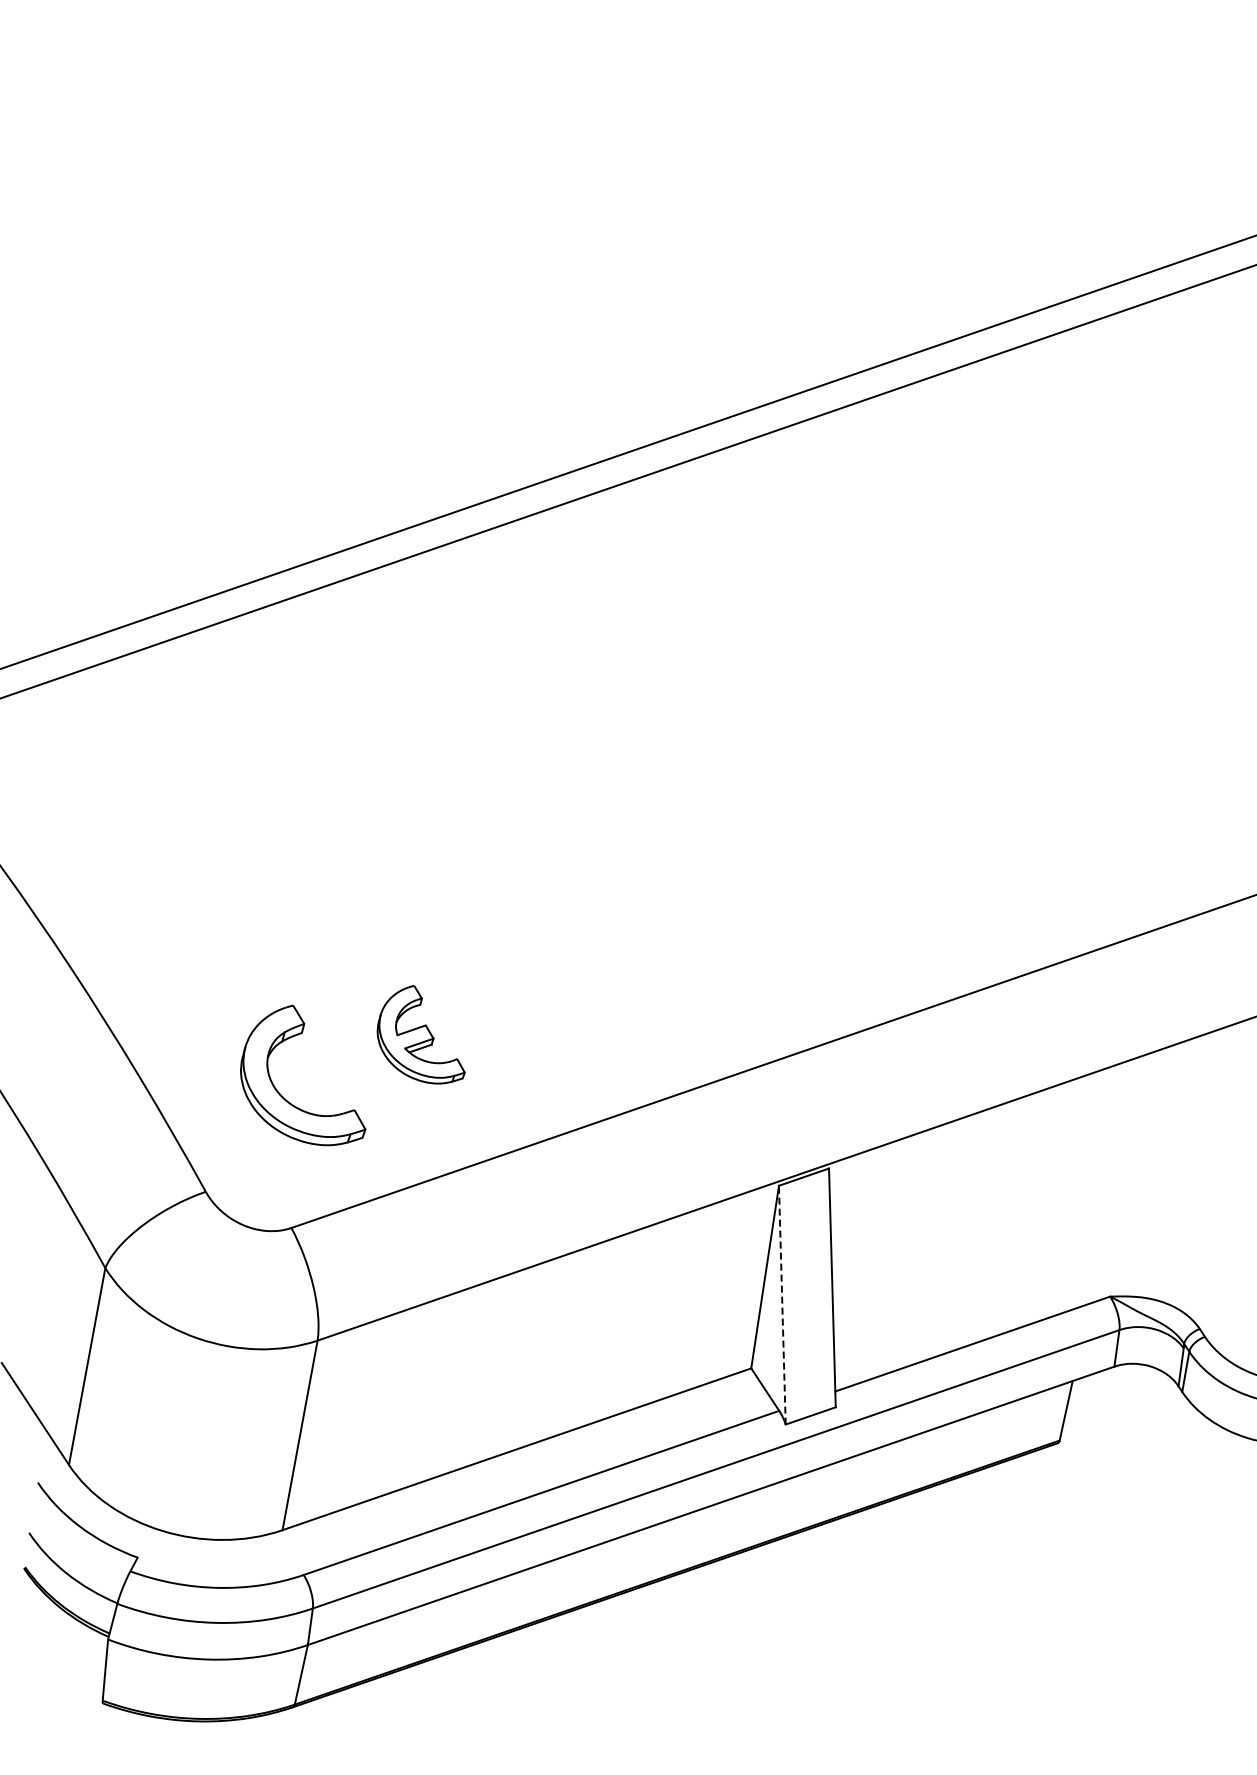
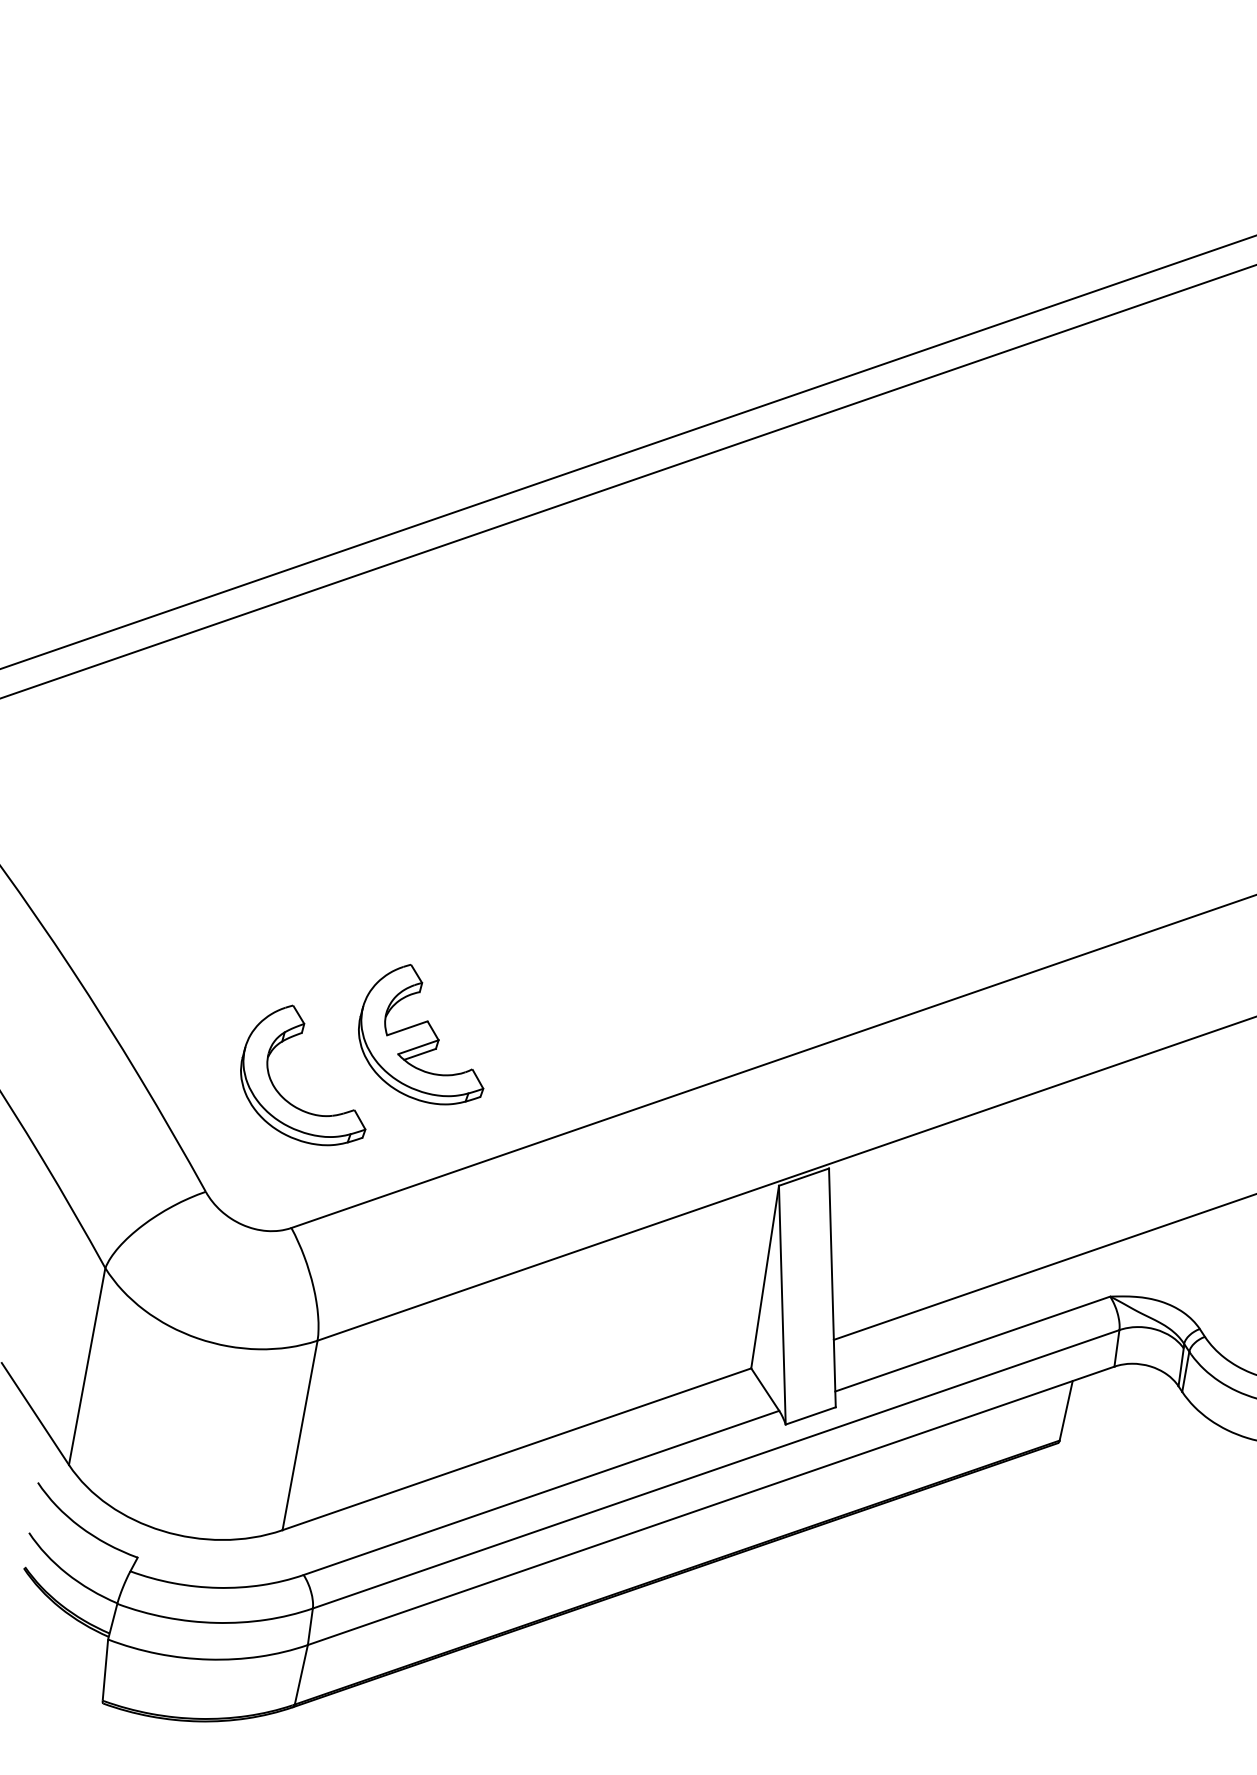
part at (420, 1034) size: 90x100 px -> 127x142 px
line at (1043, 1267): none -> present
line at (782, 1304): dashed -> solid
